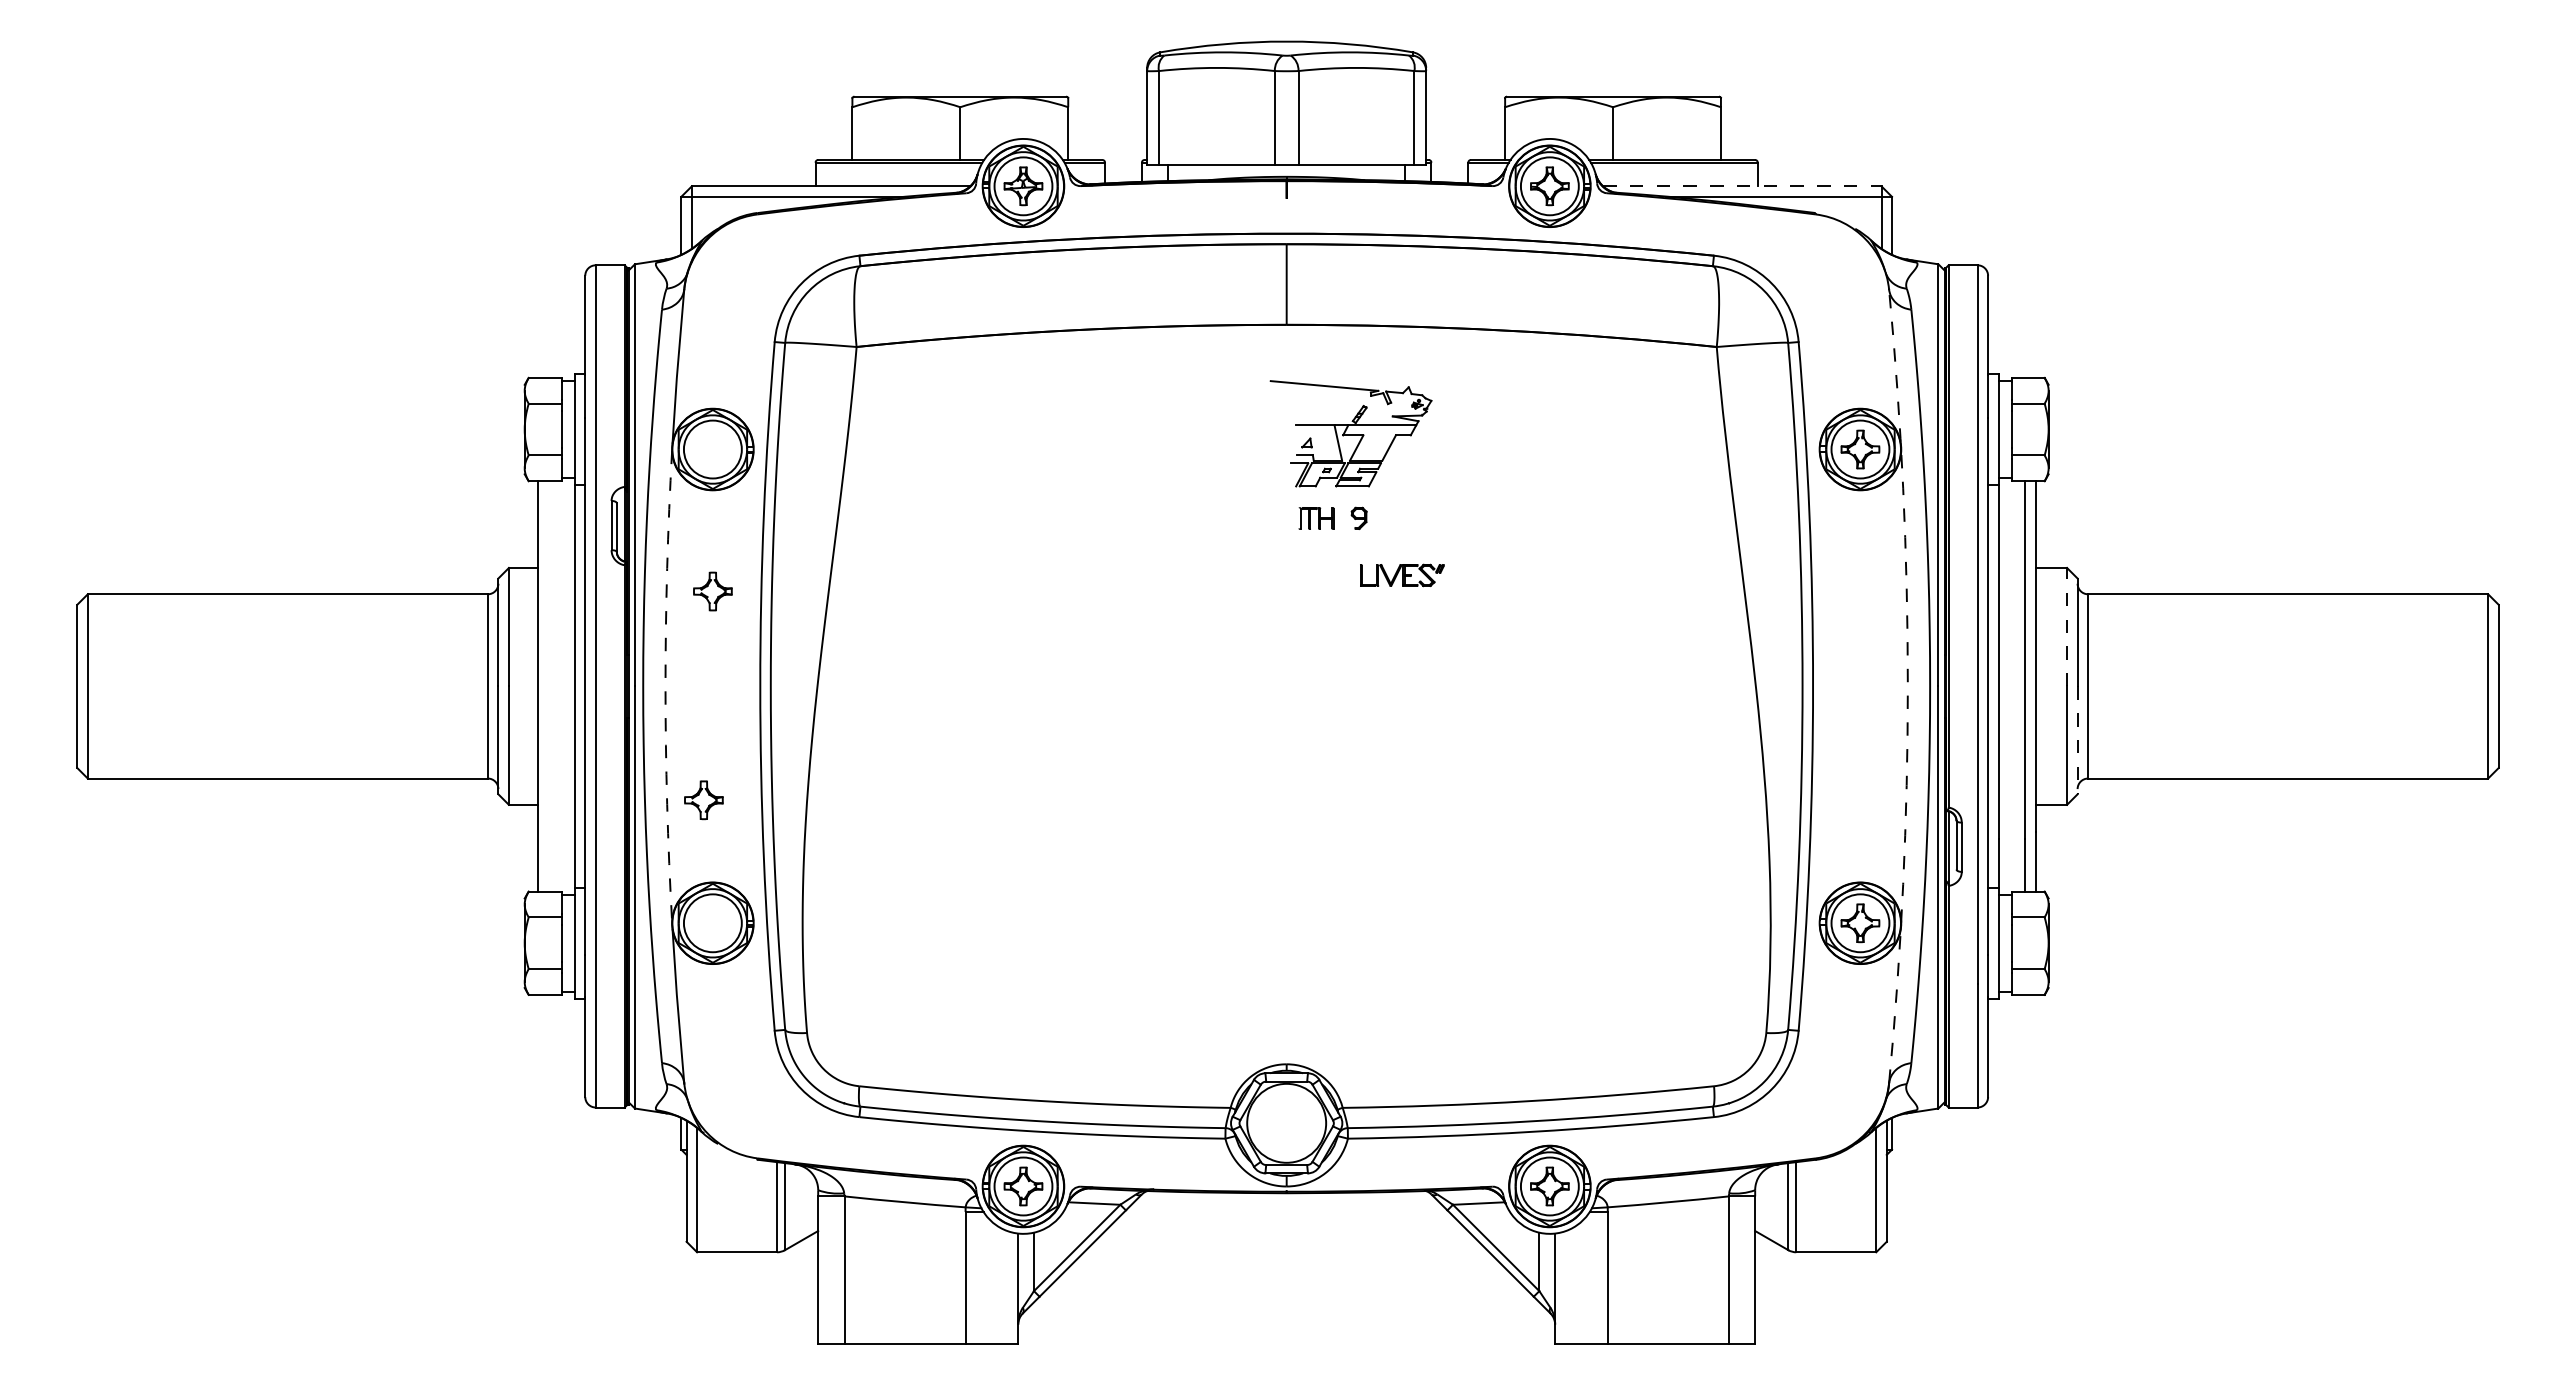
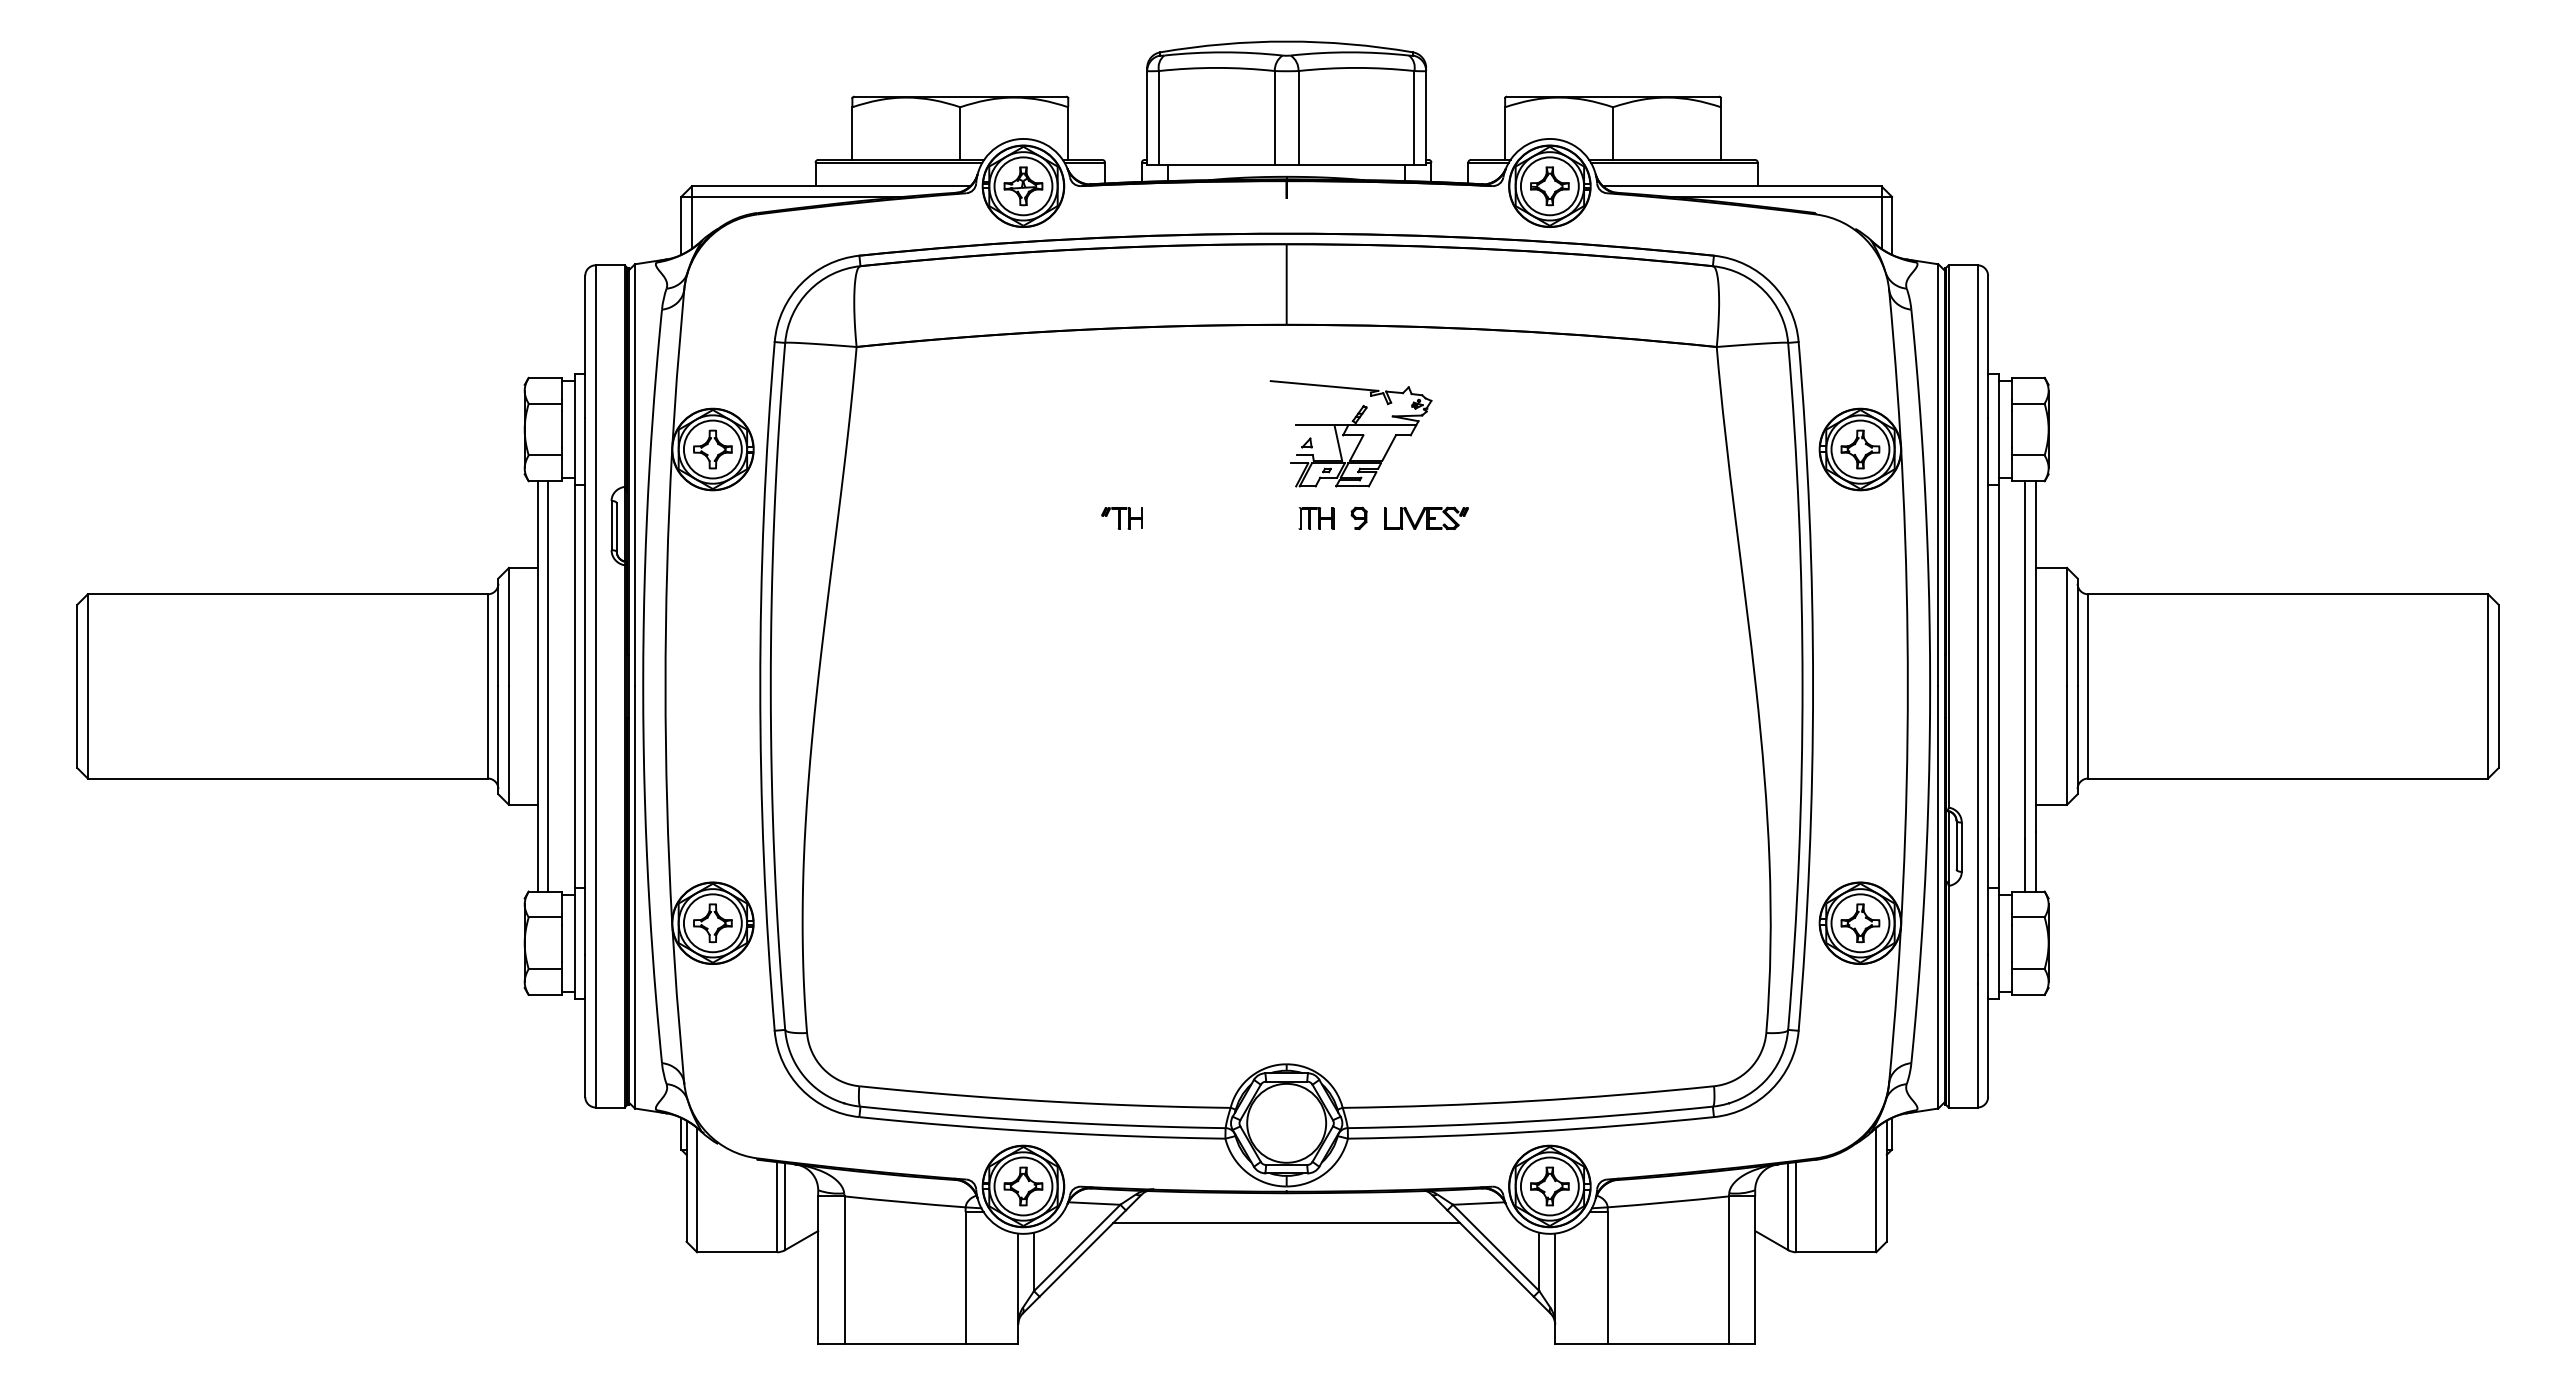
line at (1742, 186): dashed -> solid
part at (1121, 518): none -> present
part at (1402, 575) position: (1402, 575) -> (1426, 518)
part at (712, 591) position: (712, 591) -> (712, 449)
line at (2067, 626): dashed -> solid
line at (548, 686): none -> present
arc at (665, 686): dashed -> solid
arc at (1907, 686): dashed -> solid
line at (2077, 740): dashed -> solid
part at (703, 800) position: (703, 800) -> (712, 923)
line at (1286, 1223): none -> present
